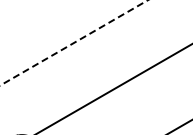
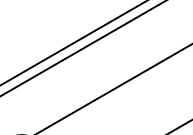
line at (74, 42): dashed -> solid
line at (82, 48): none -> present
